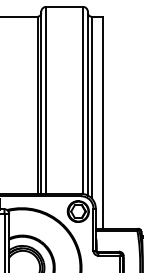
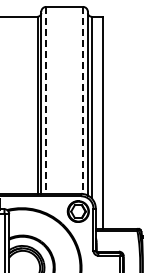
line at (46, 100): solid -> dashed
line at (82, 100): solid -> dashed
